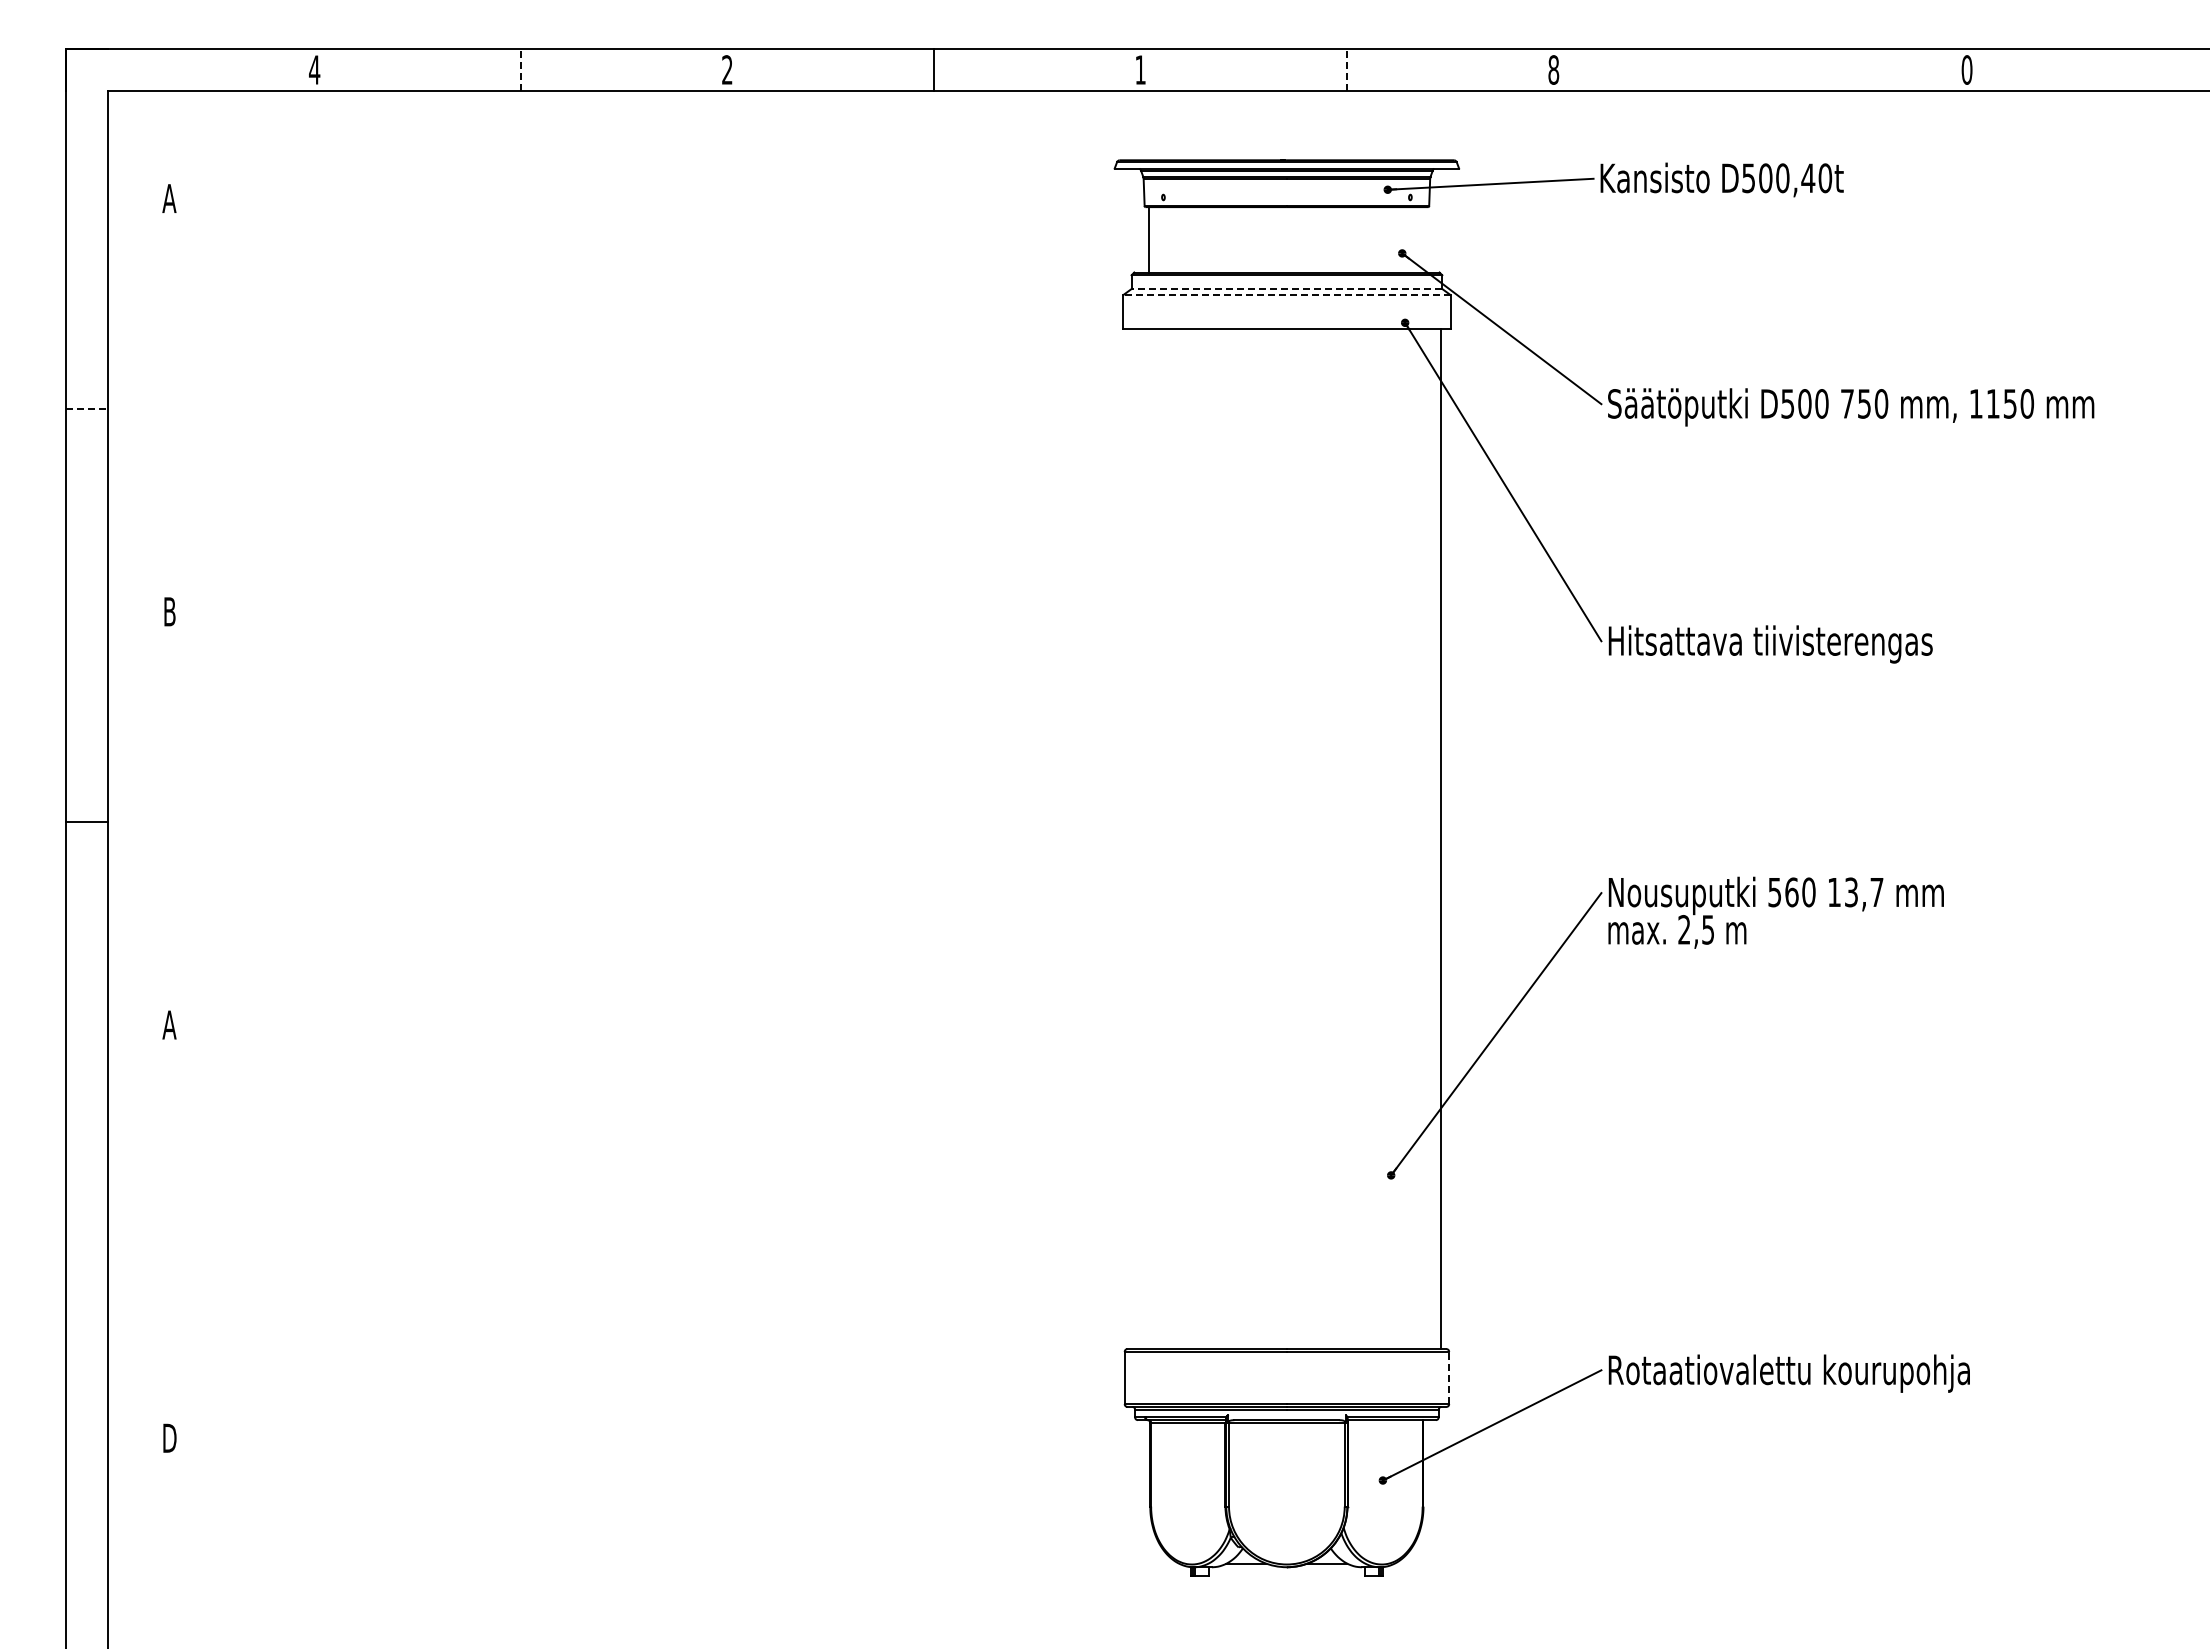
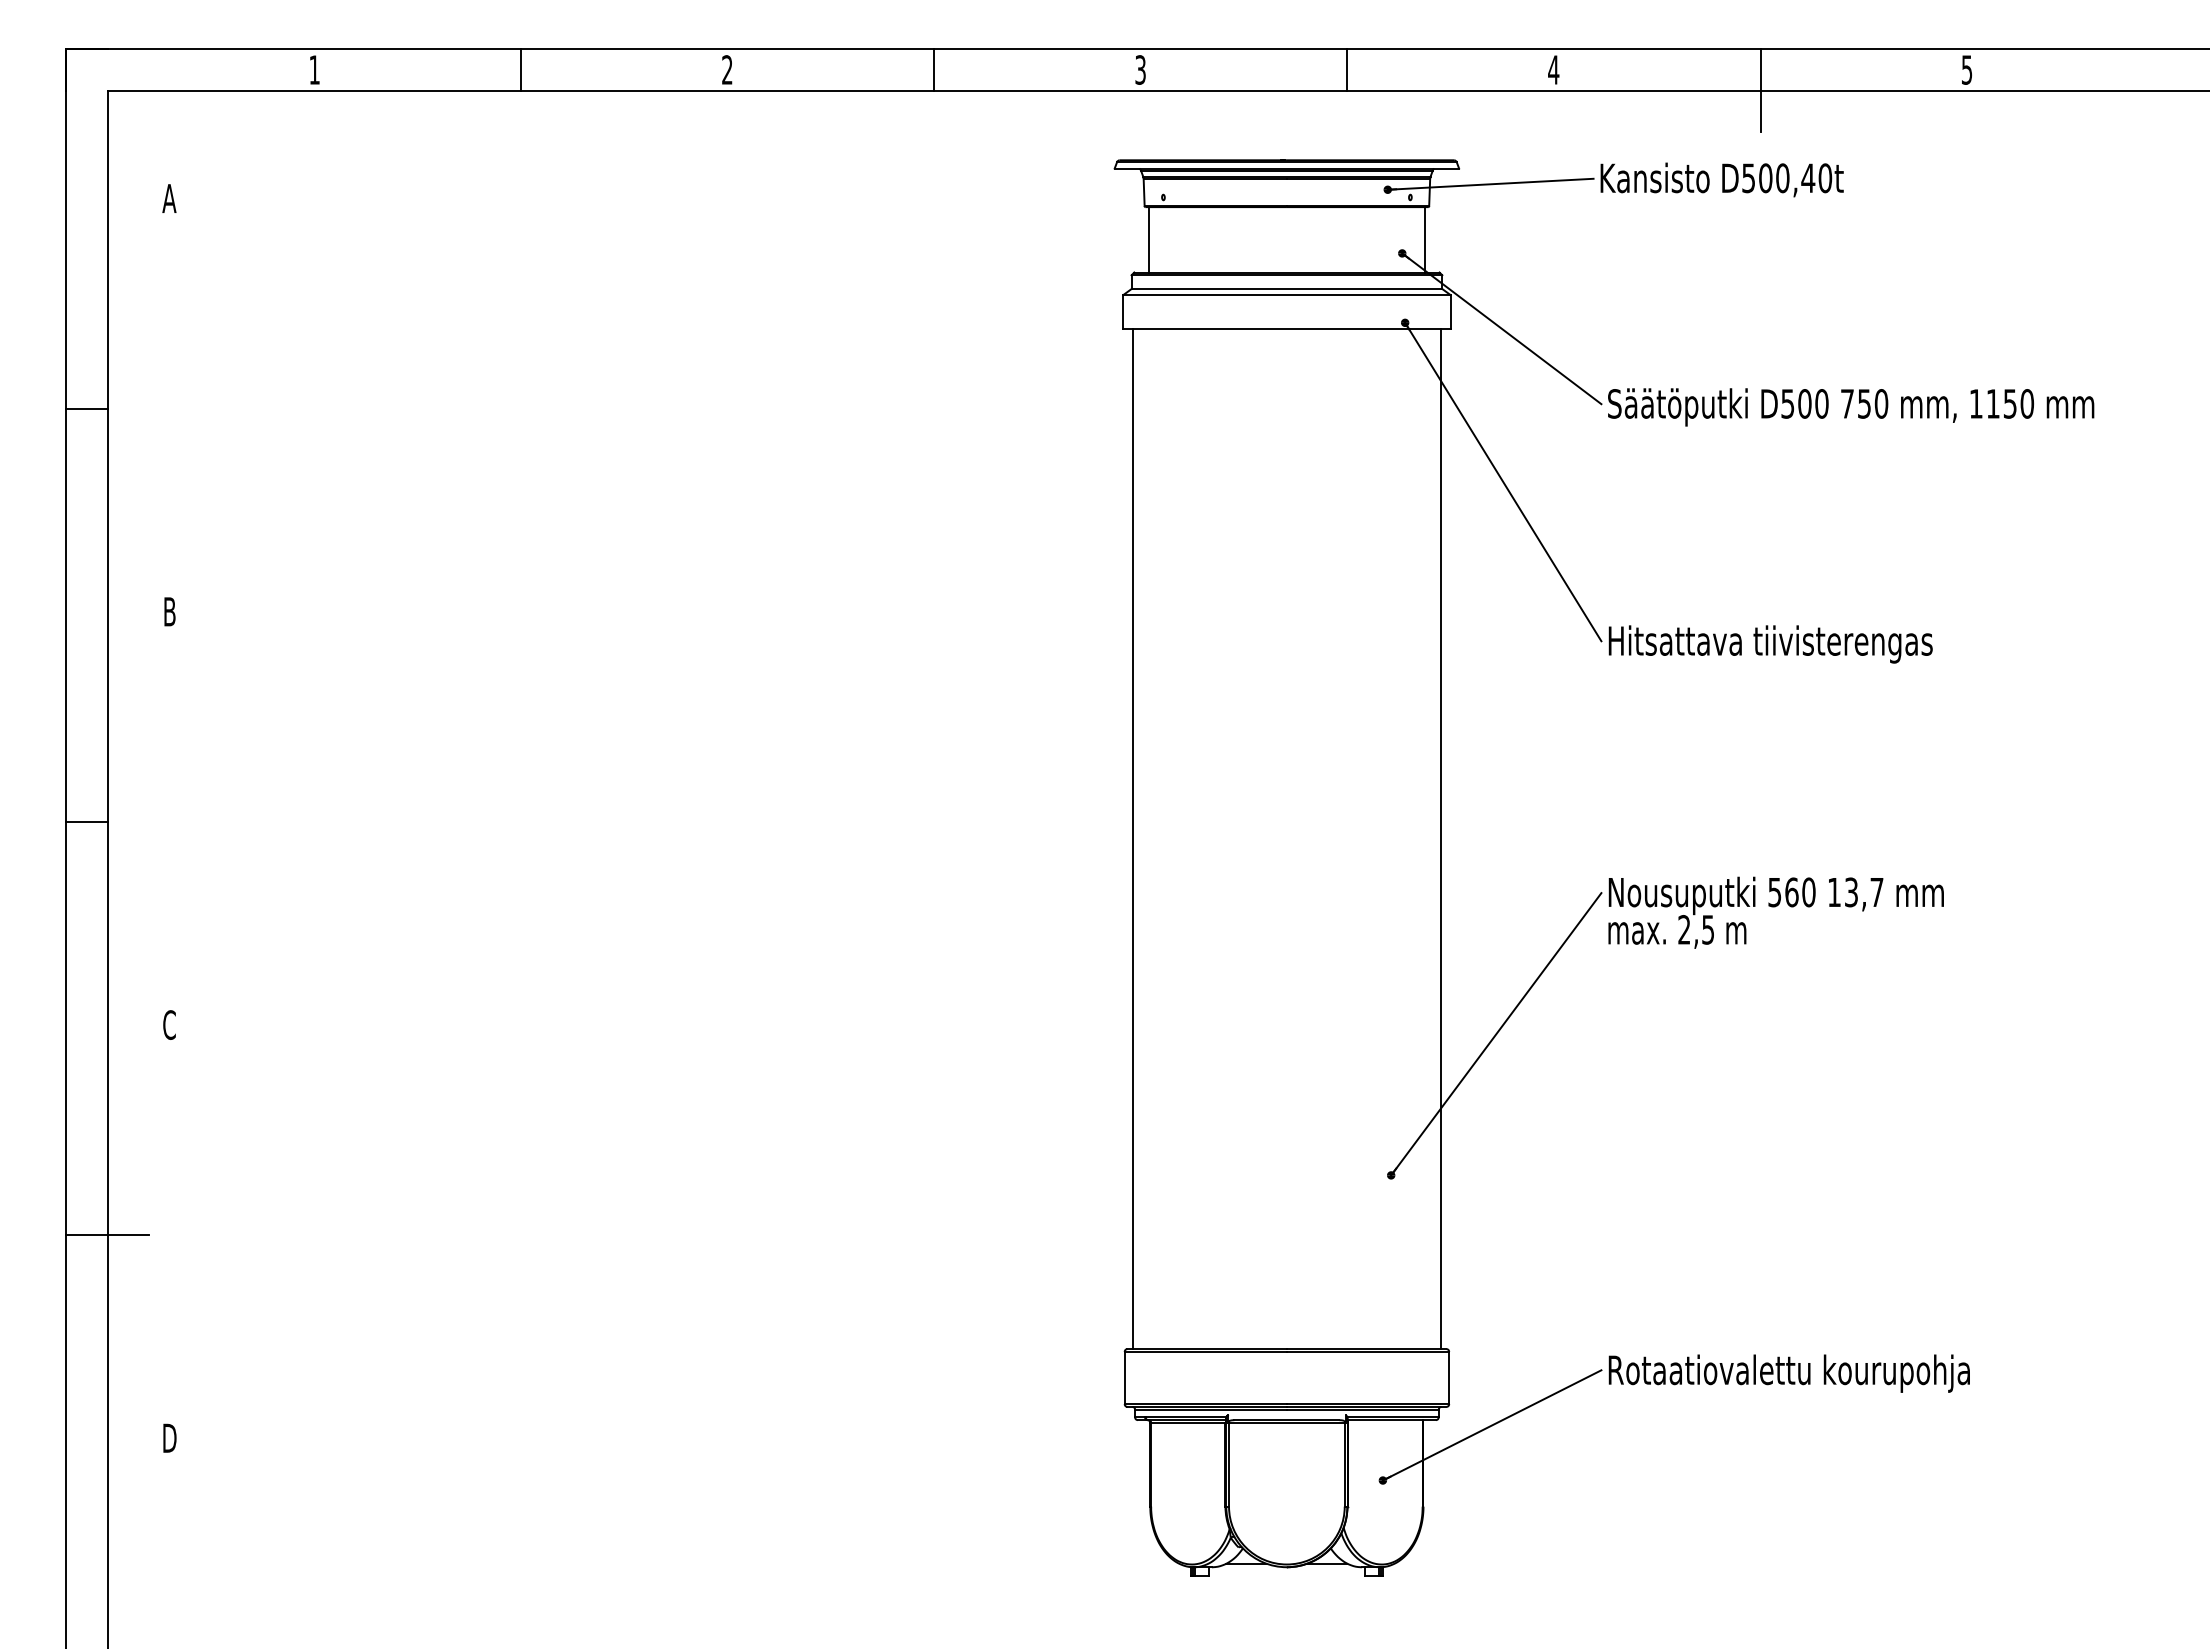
text at (314, 69): 4 -> 1
text at (1140, 69): 1 -> 3
text at (1553, 69): 8 -> 4
text at (1966, 69): 0 -> 5
line at (520, 70): dashed -> solid
line at (1347, 70): dashed -> solid
line at (1760, 90): none -> present
line at (1424, 239): none -> present
line at (1286, 289): dashed -> solid
line at (1286, 295): dashed -> solid
line at (86, 408): dashed -> solid
line at (1132, 839): none -> present
text at (169, 1024): A -> C
line at (107, 1235): none -> present
line at (1449, 1377): dashed -> solid
